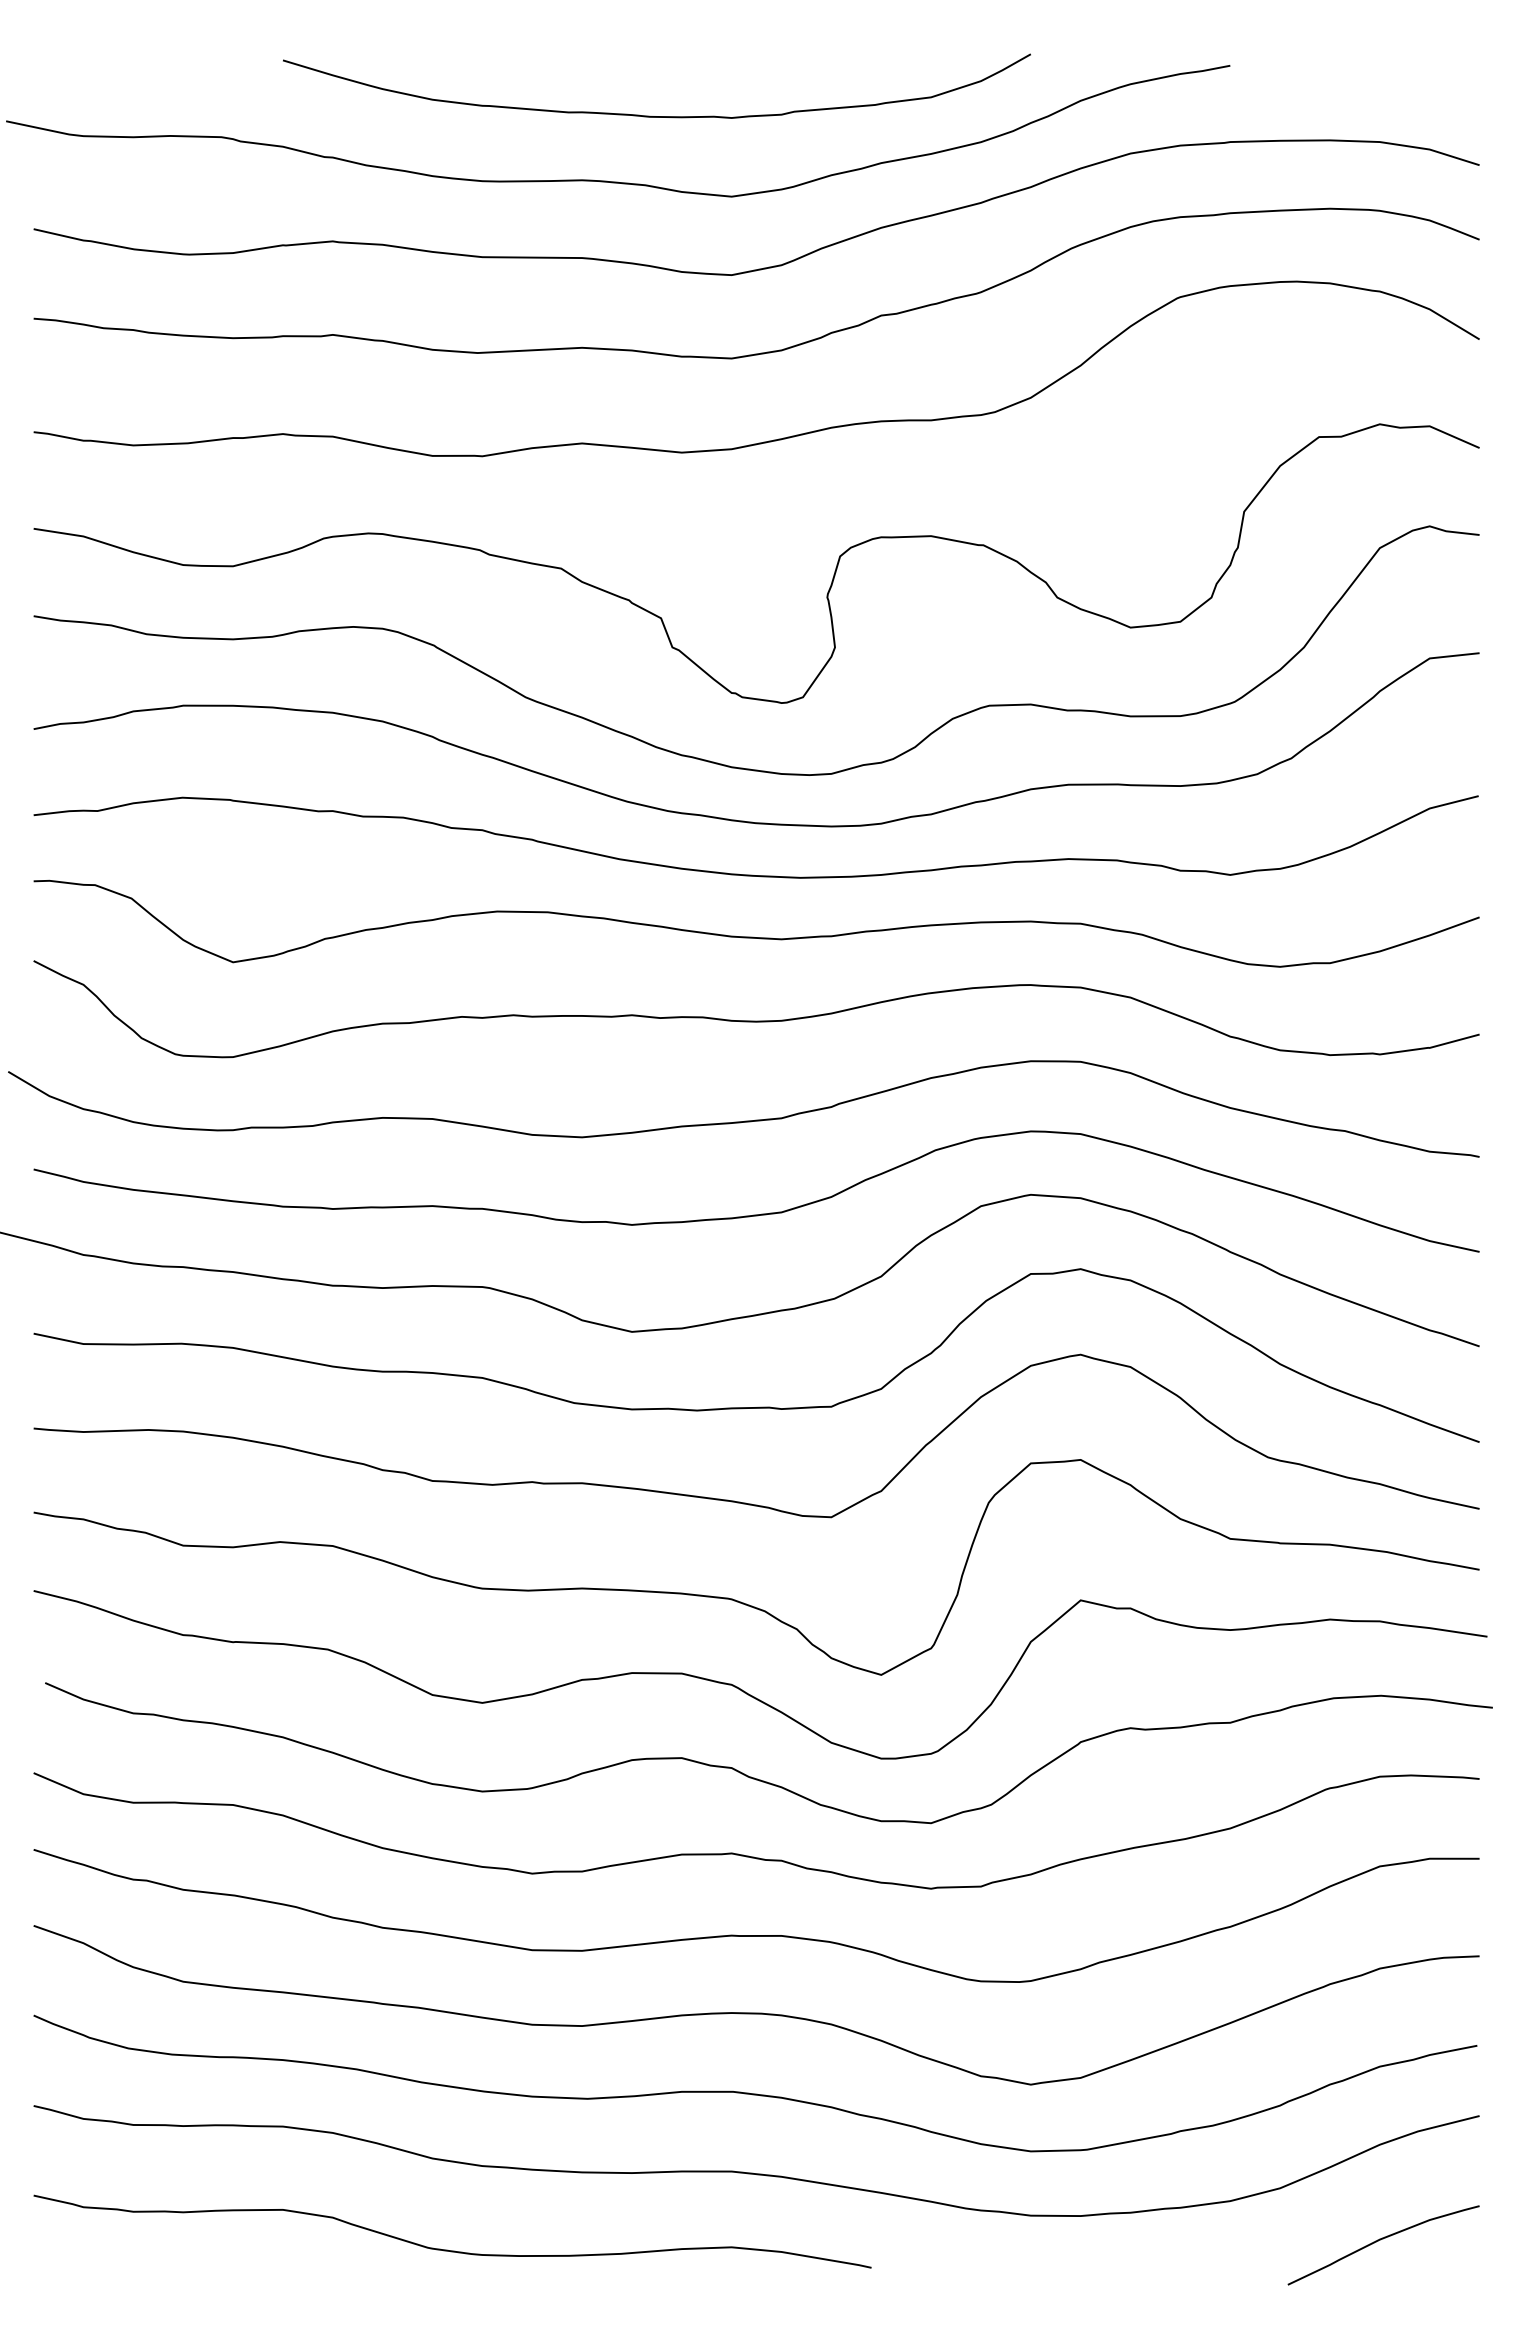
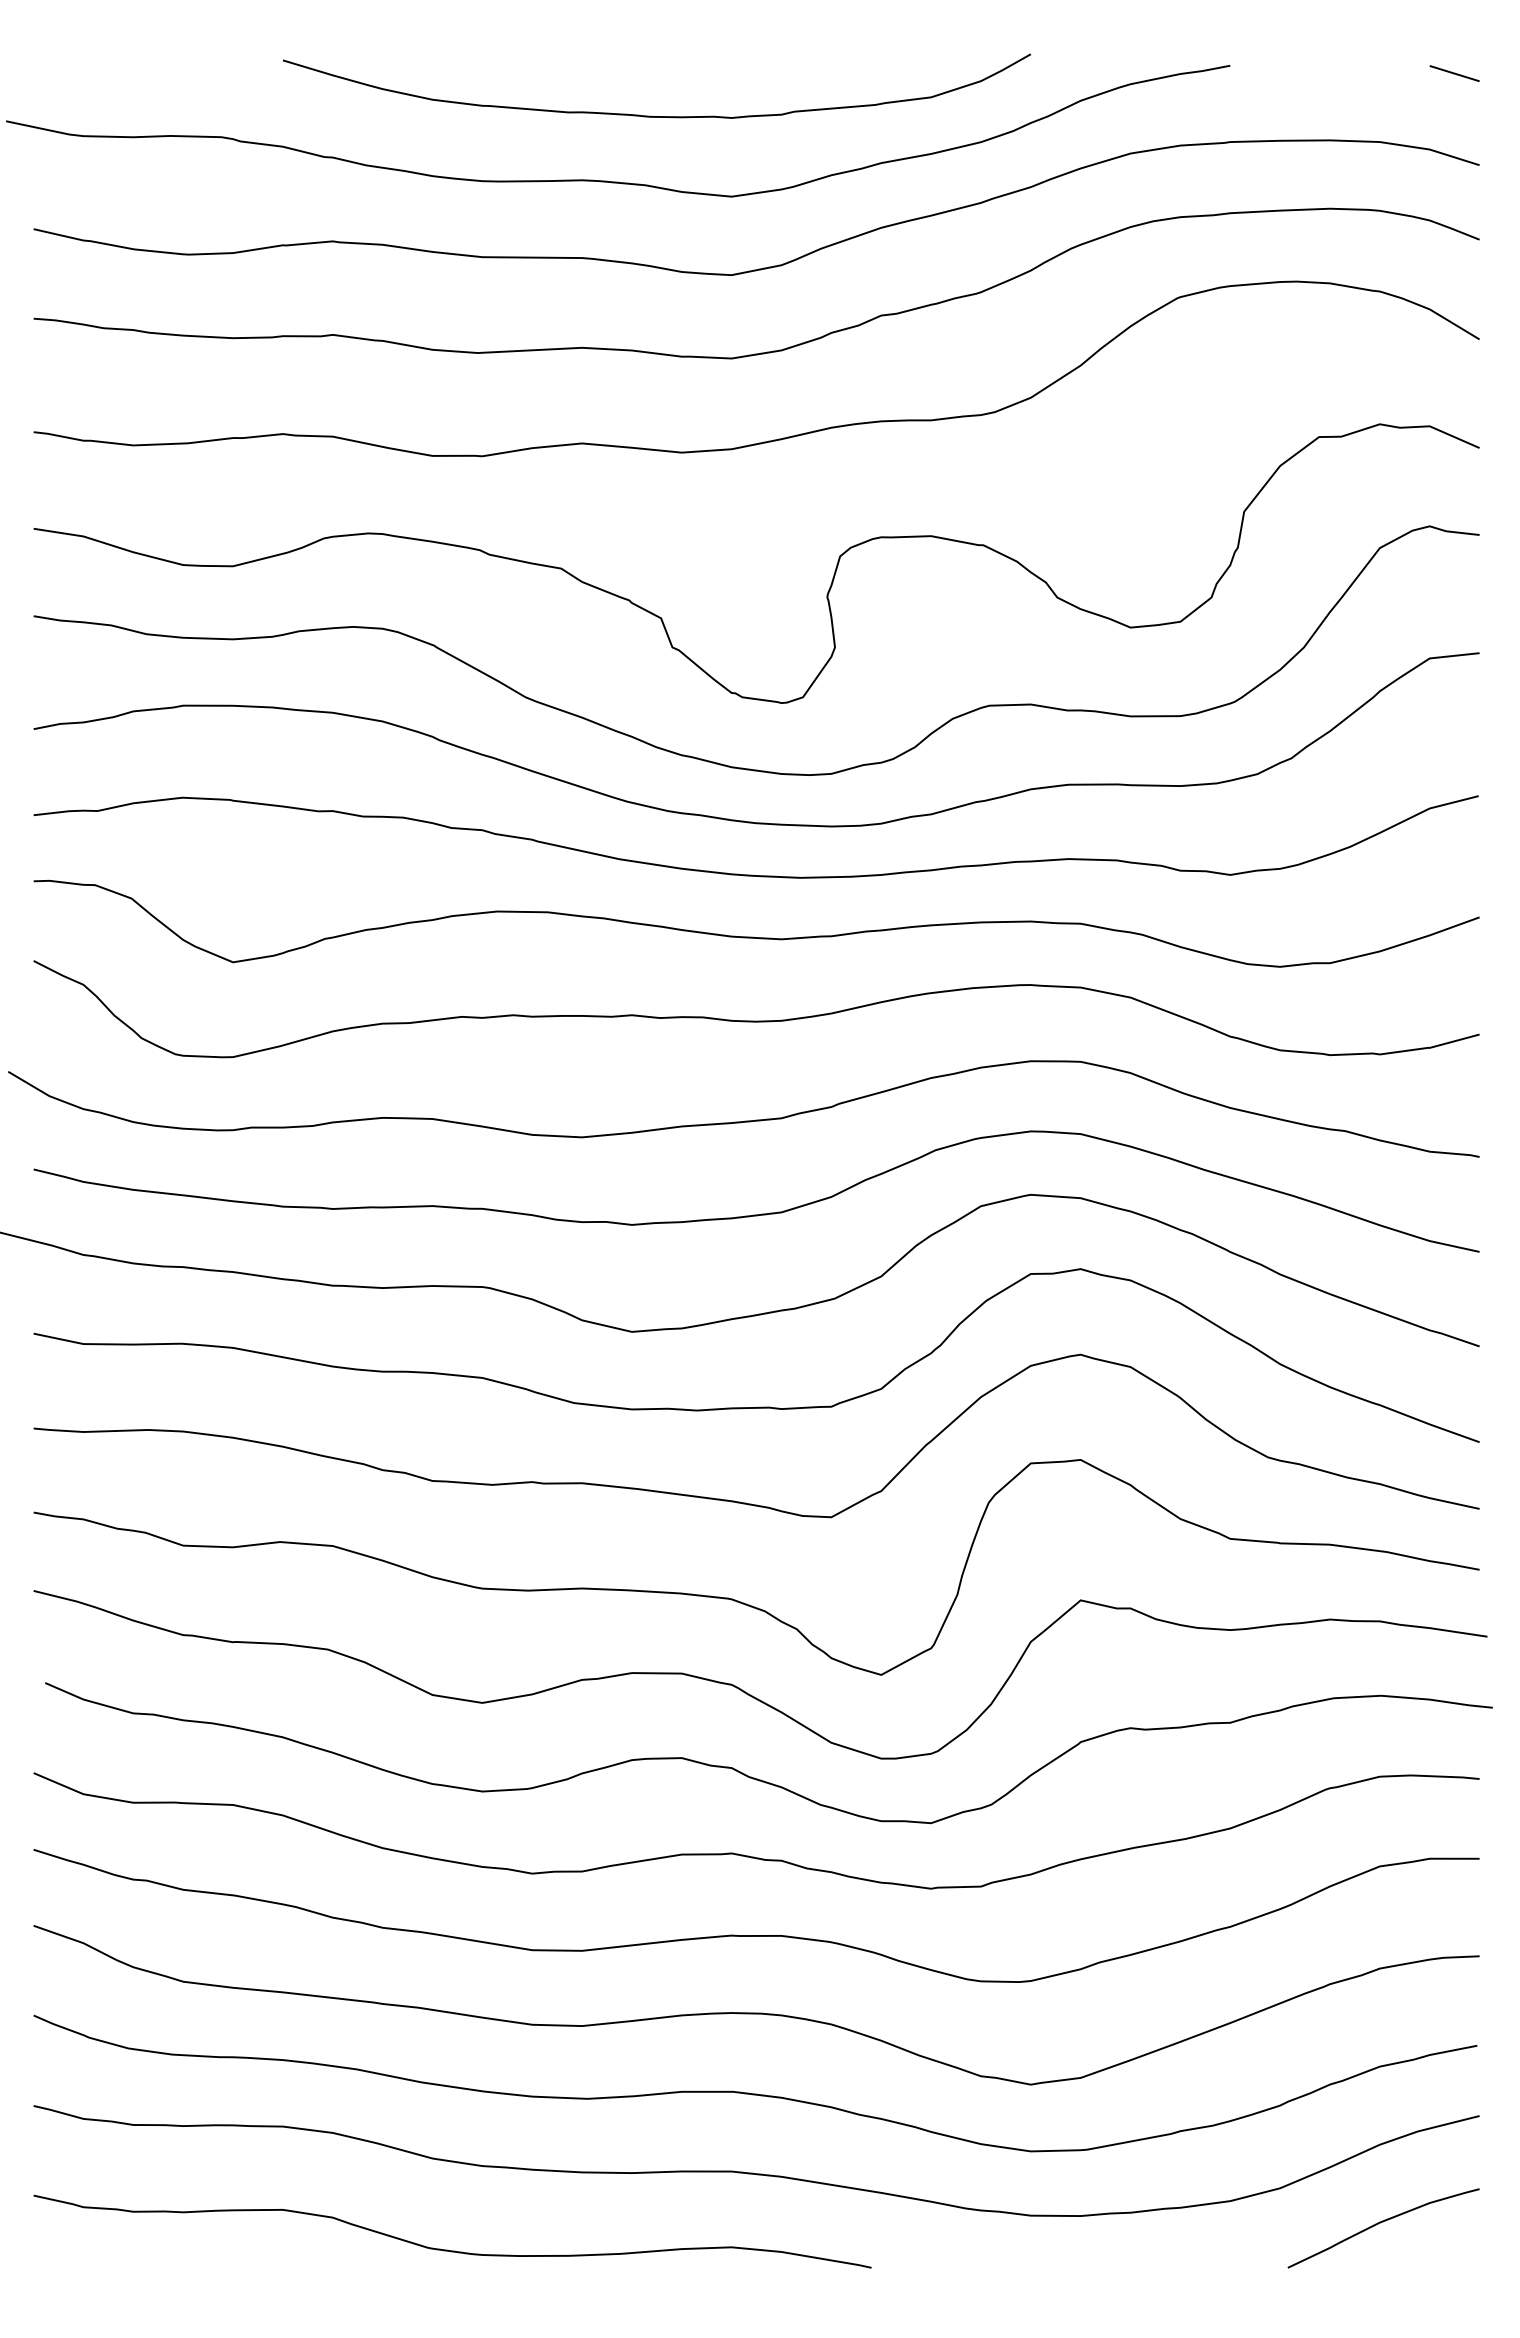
line at (1454, 73): none -> present
curve at (1380, 2240) position: (1380, 2240) -> (1380, 2223)
